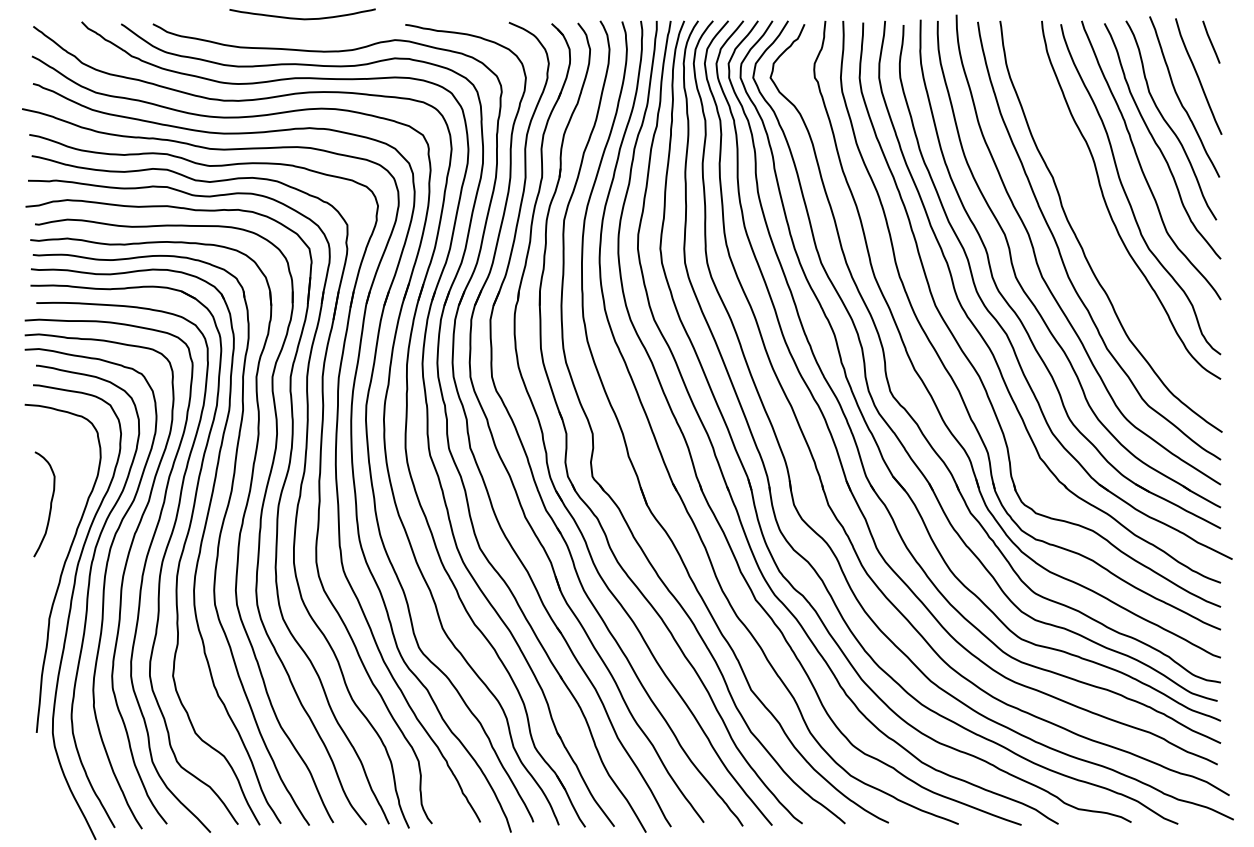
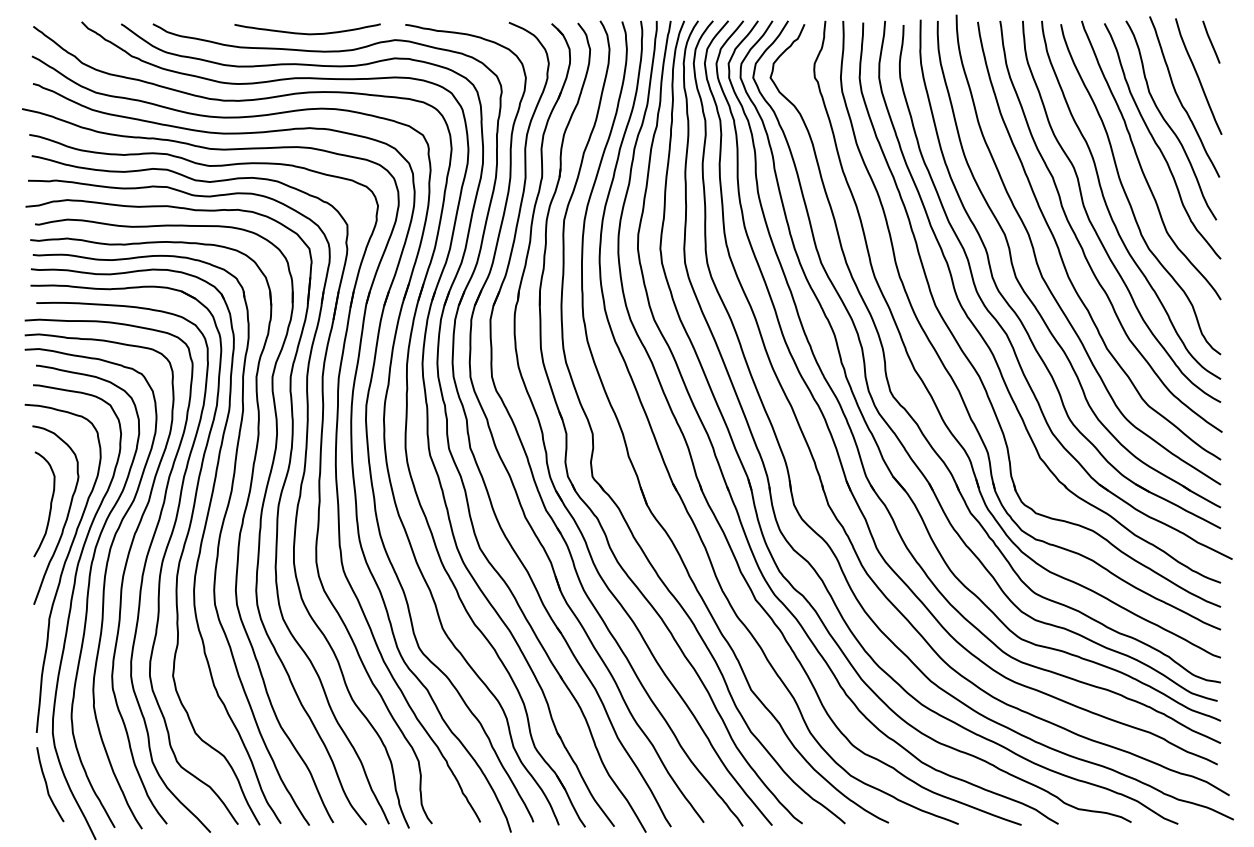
curve at (302, 18) position: (302, 18) -> (307, 33)
curve at (1093, 225): none -> present
curve at (66, 516): none -> present
curve at (47, 784): none -> present
